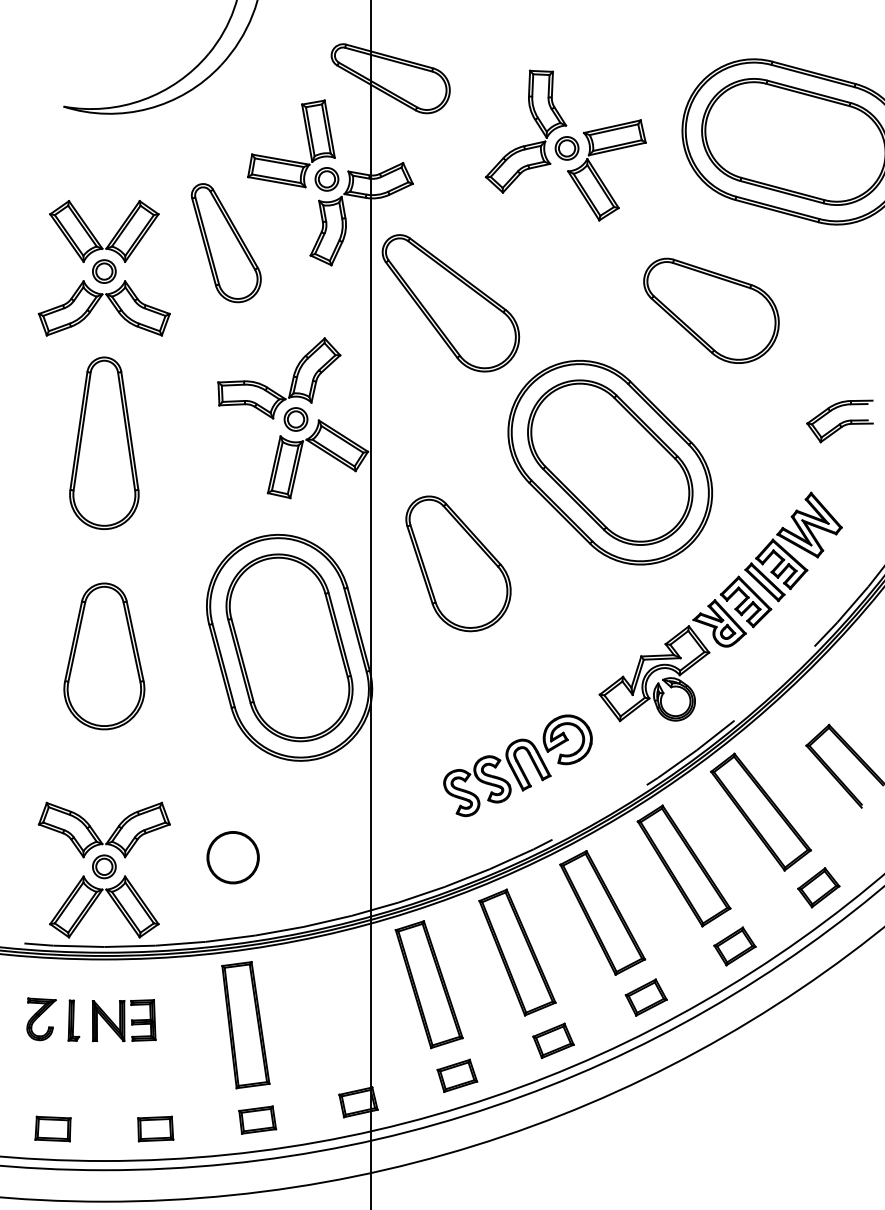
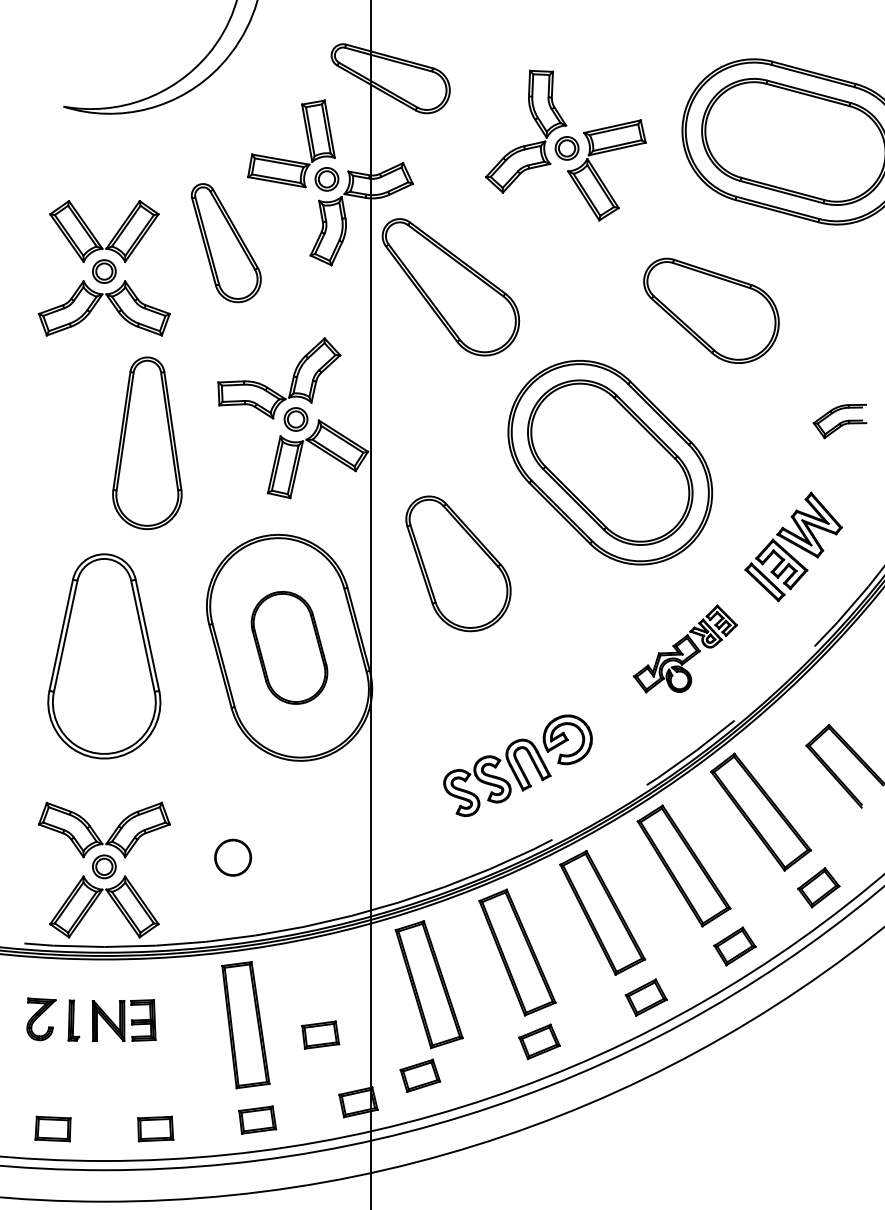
part at (450, 303) position: (450, 303) -> (450, 287)
part at (839, 421) size: 68x45 px -> 56x37 px
part at (104, 442) position: (104, 442) -> (147, 442)
part at (289, 647) size: 129x190 px -> 79x114 px
part at (685, 648) size: 175x148 px -> 105x90 px
part at (104, 656) size: 83x149 px -> 115x207 px
circle at (232, 857) size: 54x54 px -> 38x39 px
part at (320, 1034): none -> present
part at (553, 1040) position: (553, 1040) -> (539, 1041)
part at (457, 1075) position: (457, 1075) -> (420, 1075)
